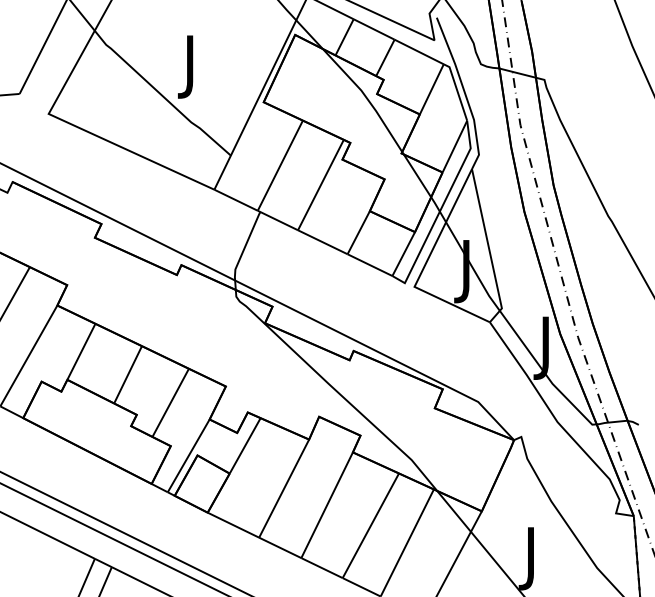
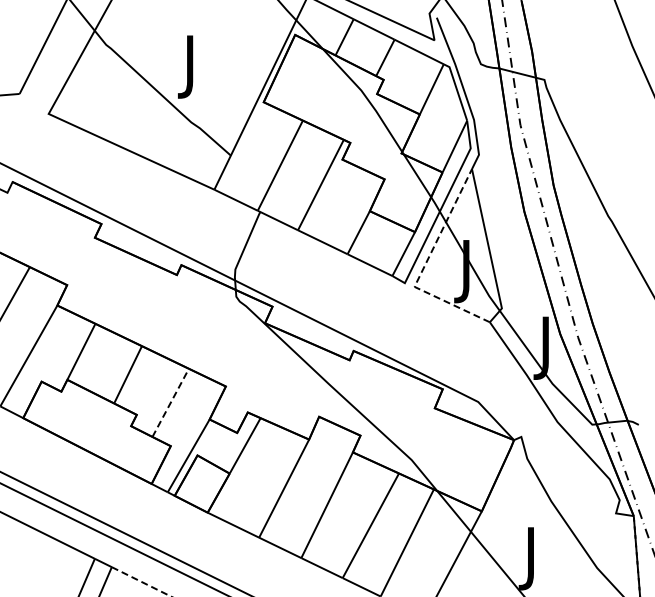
line at (425, 265): solid -> dashed
line at (170, 402): solid -> dashed
line at (142, 582): solid -> dashed
